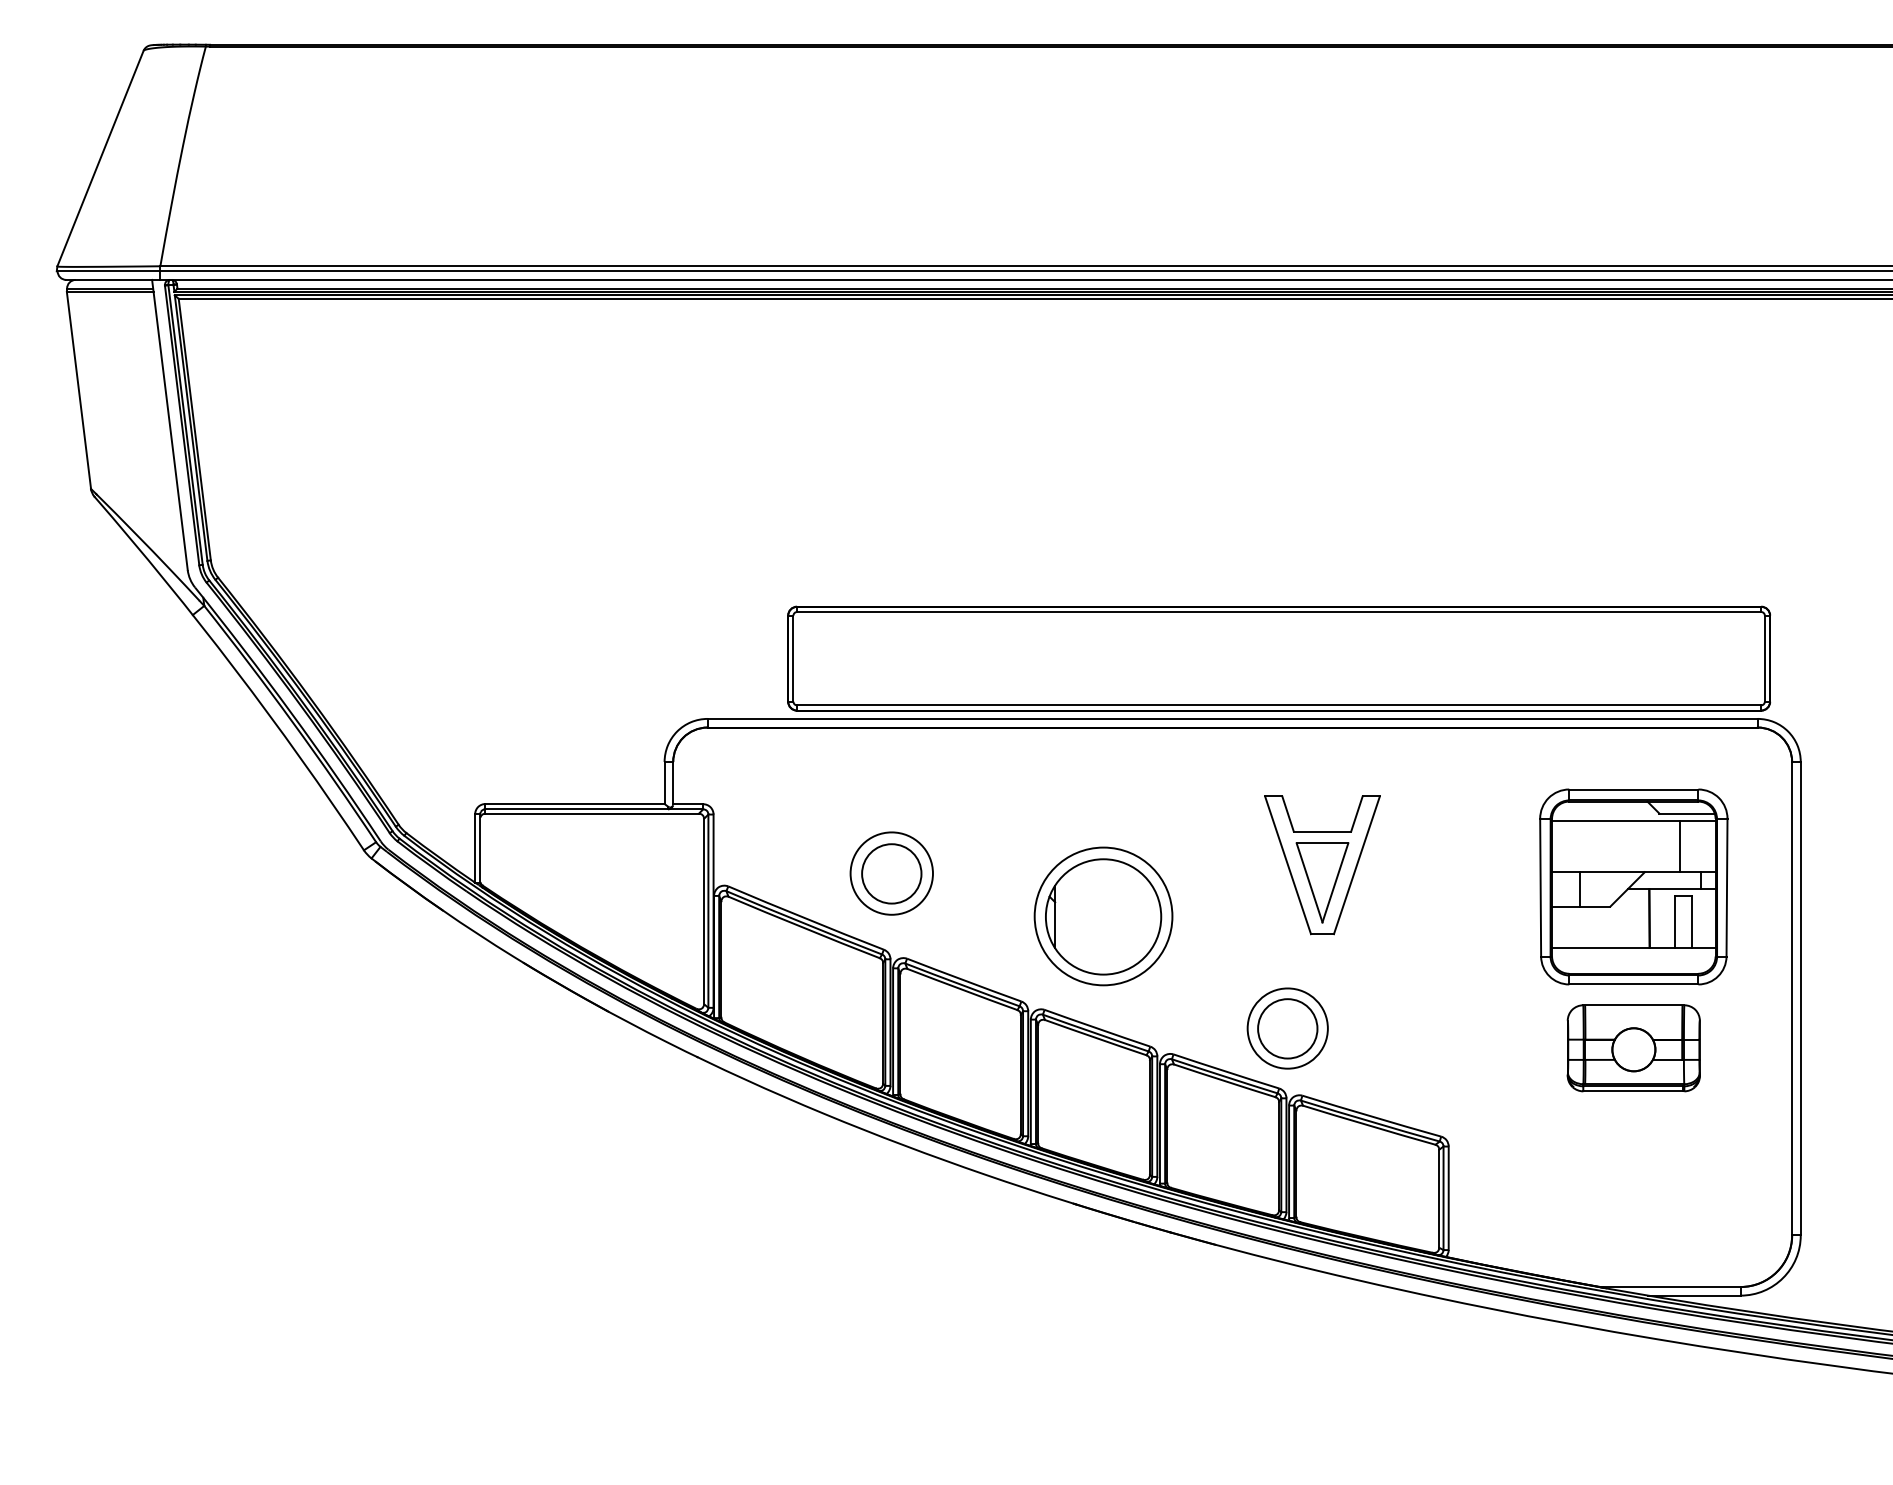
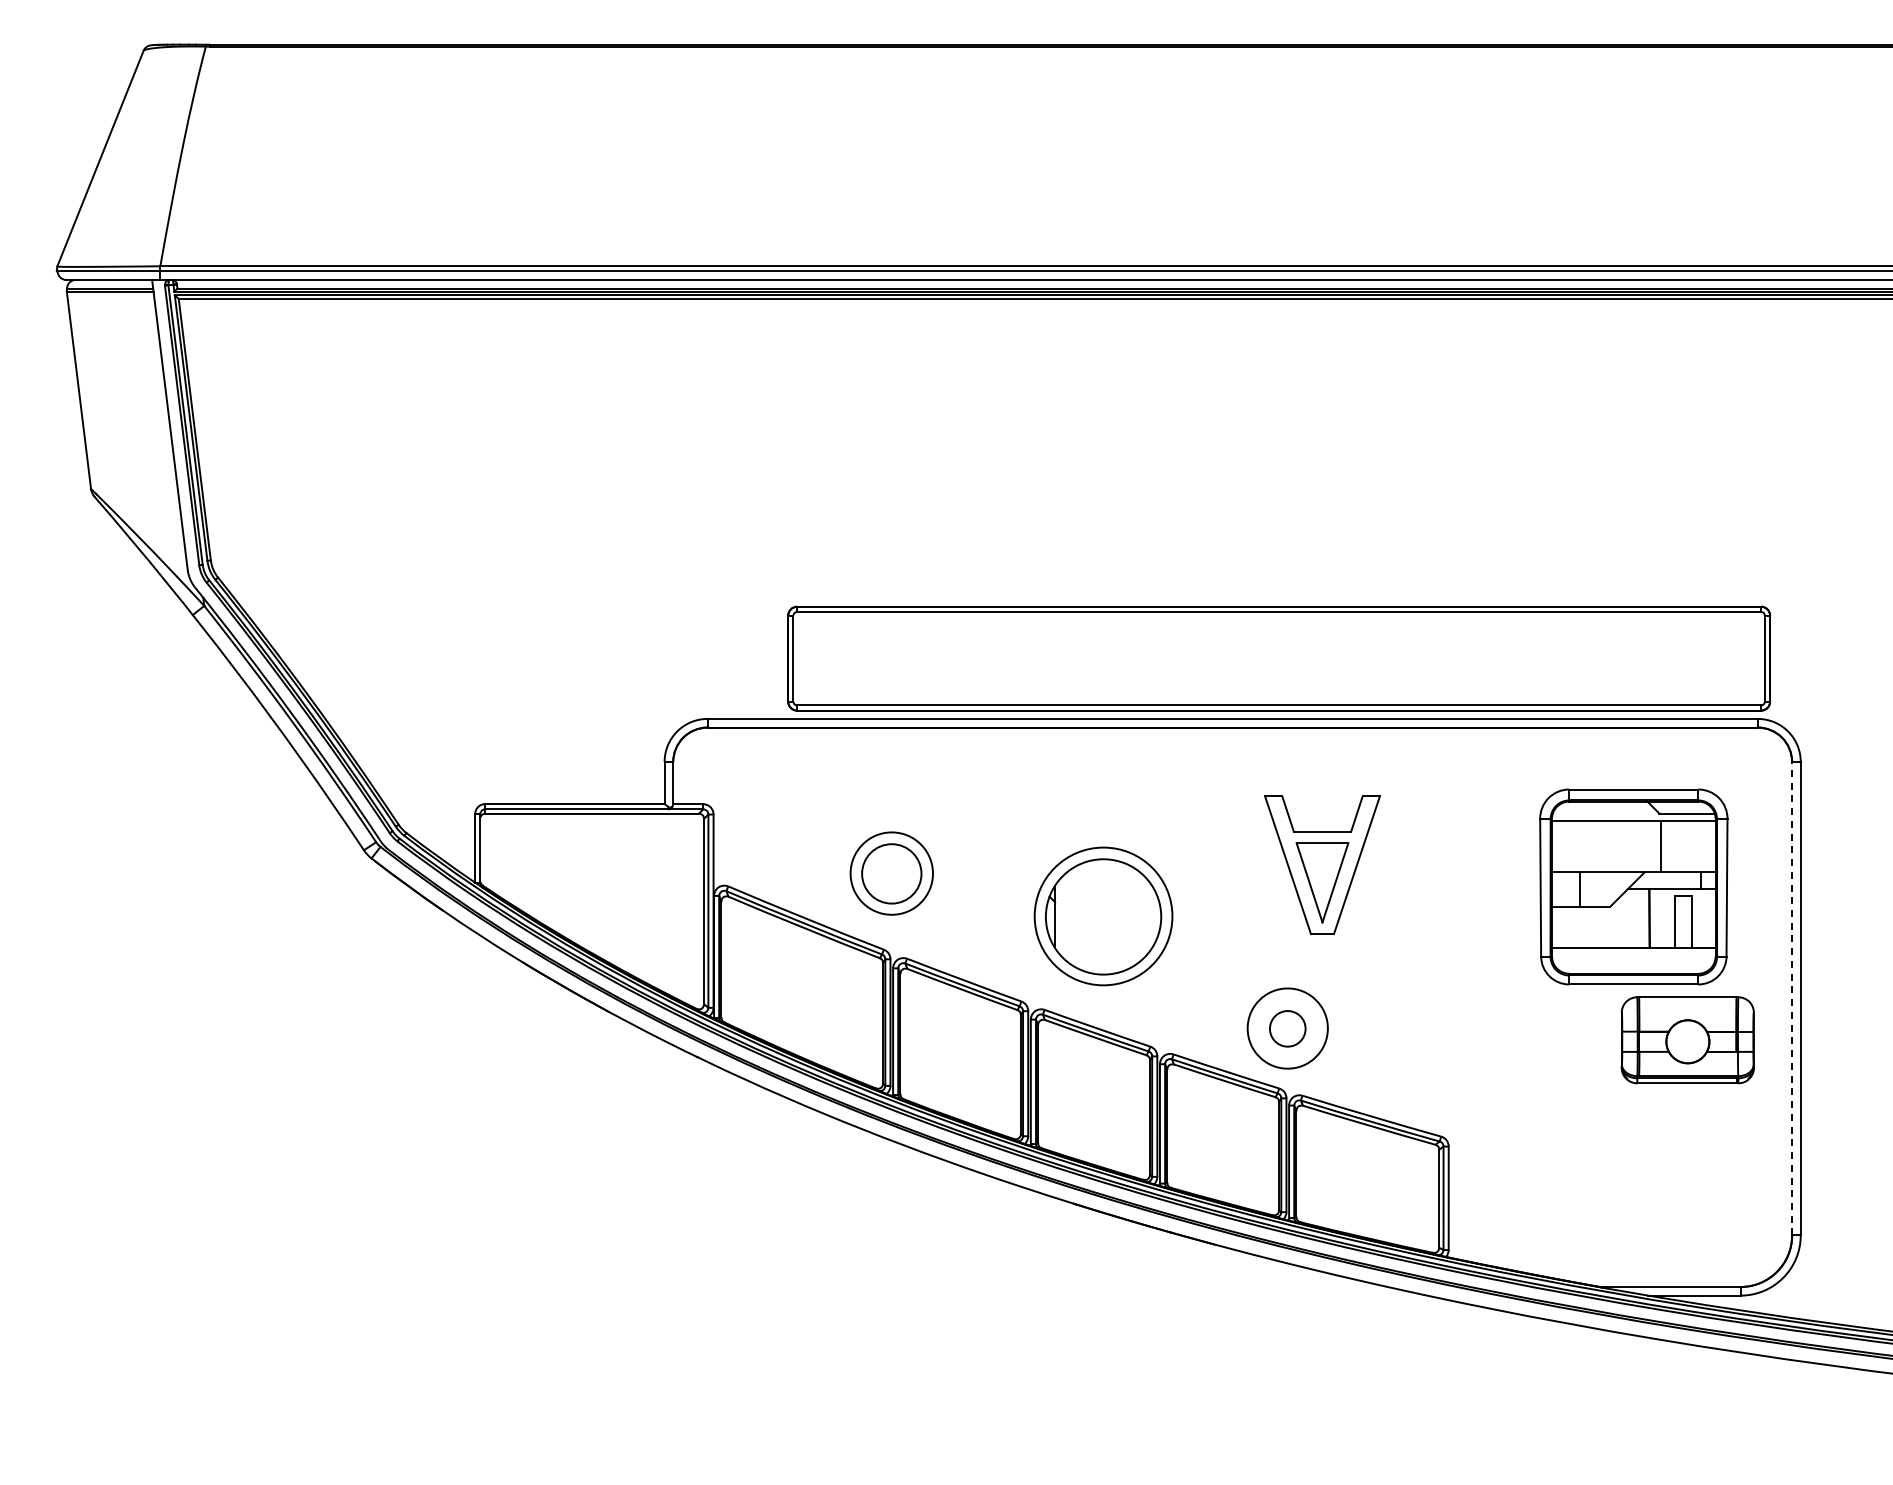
line at (1679, 846) position: (1679, 846) -> (1660, 846)
line at (1792, 998): solid -> dashed
circle at (1287, 1028) diameter: 59 px -> 36 px
part at (1633, 1048) position: (1633, 1048) -> (1687, 1040)
